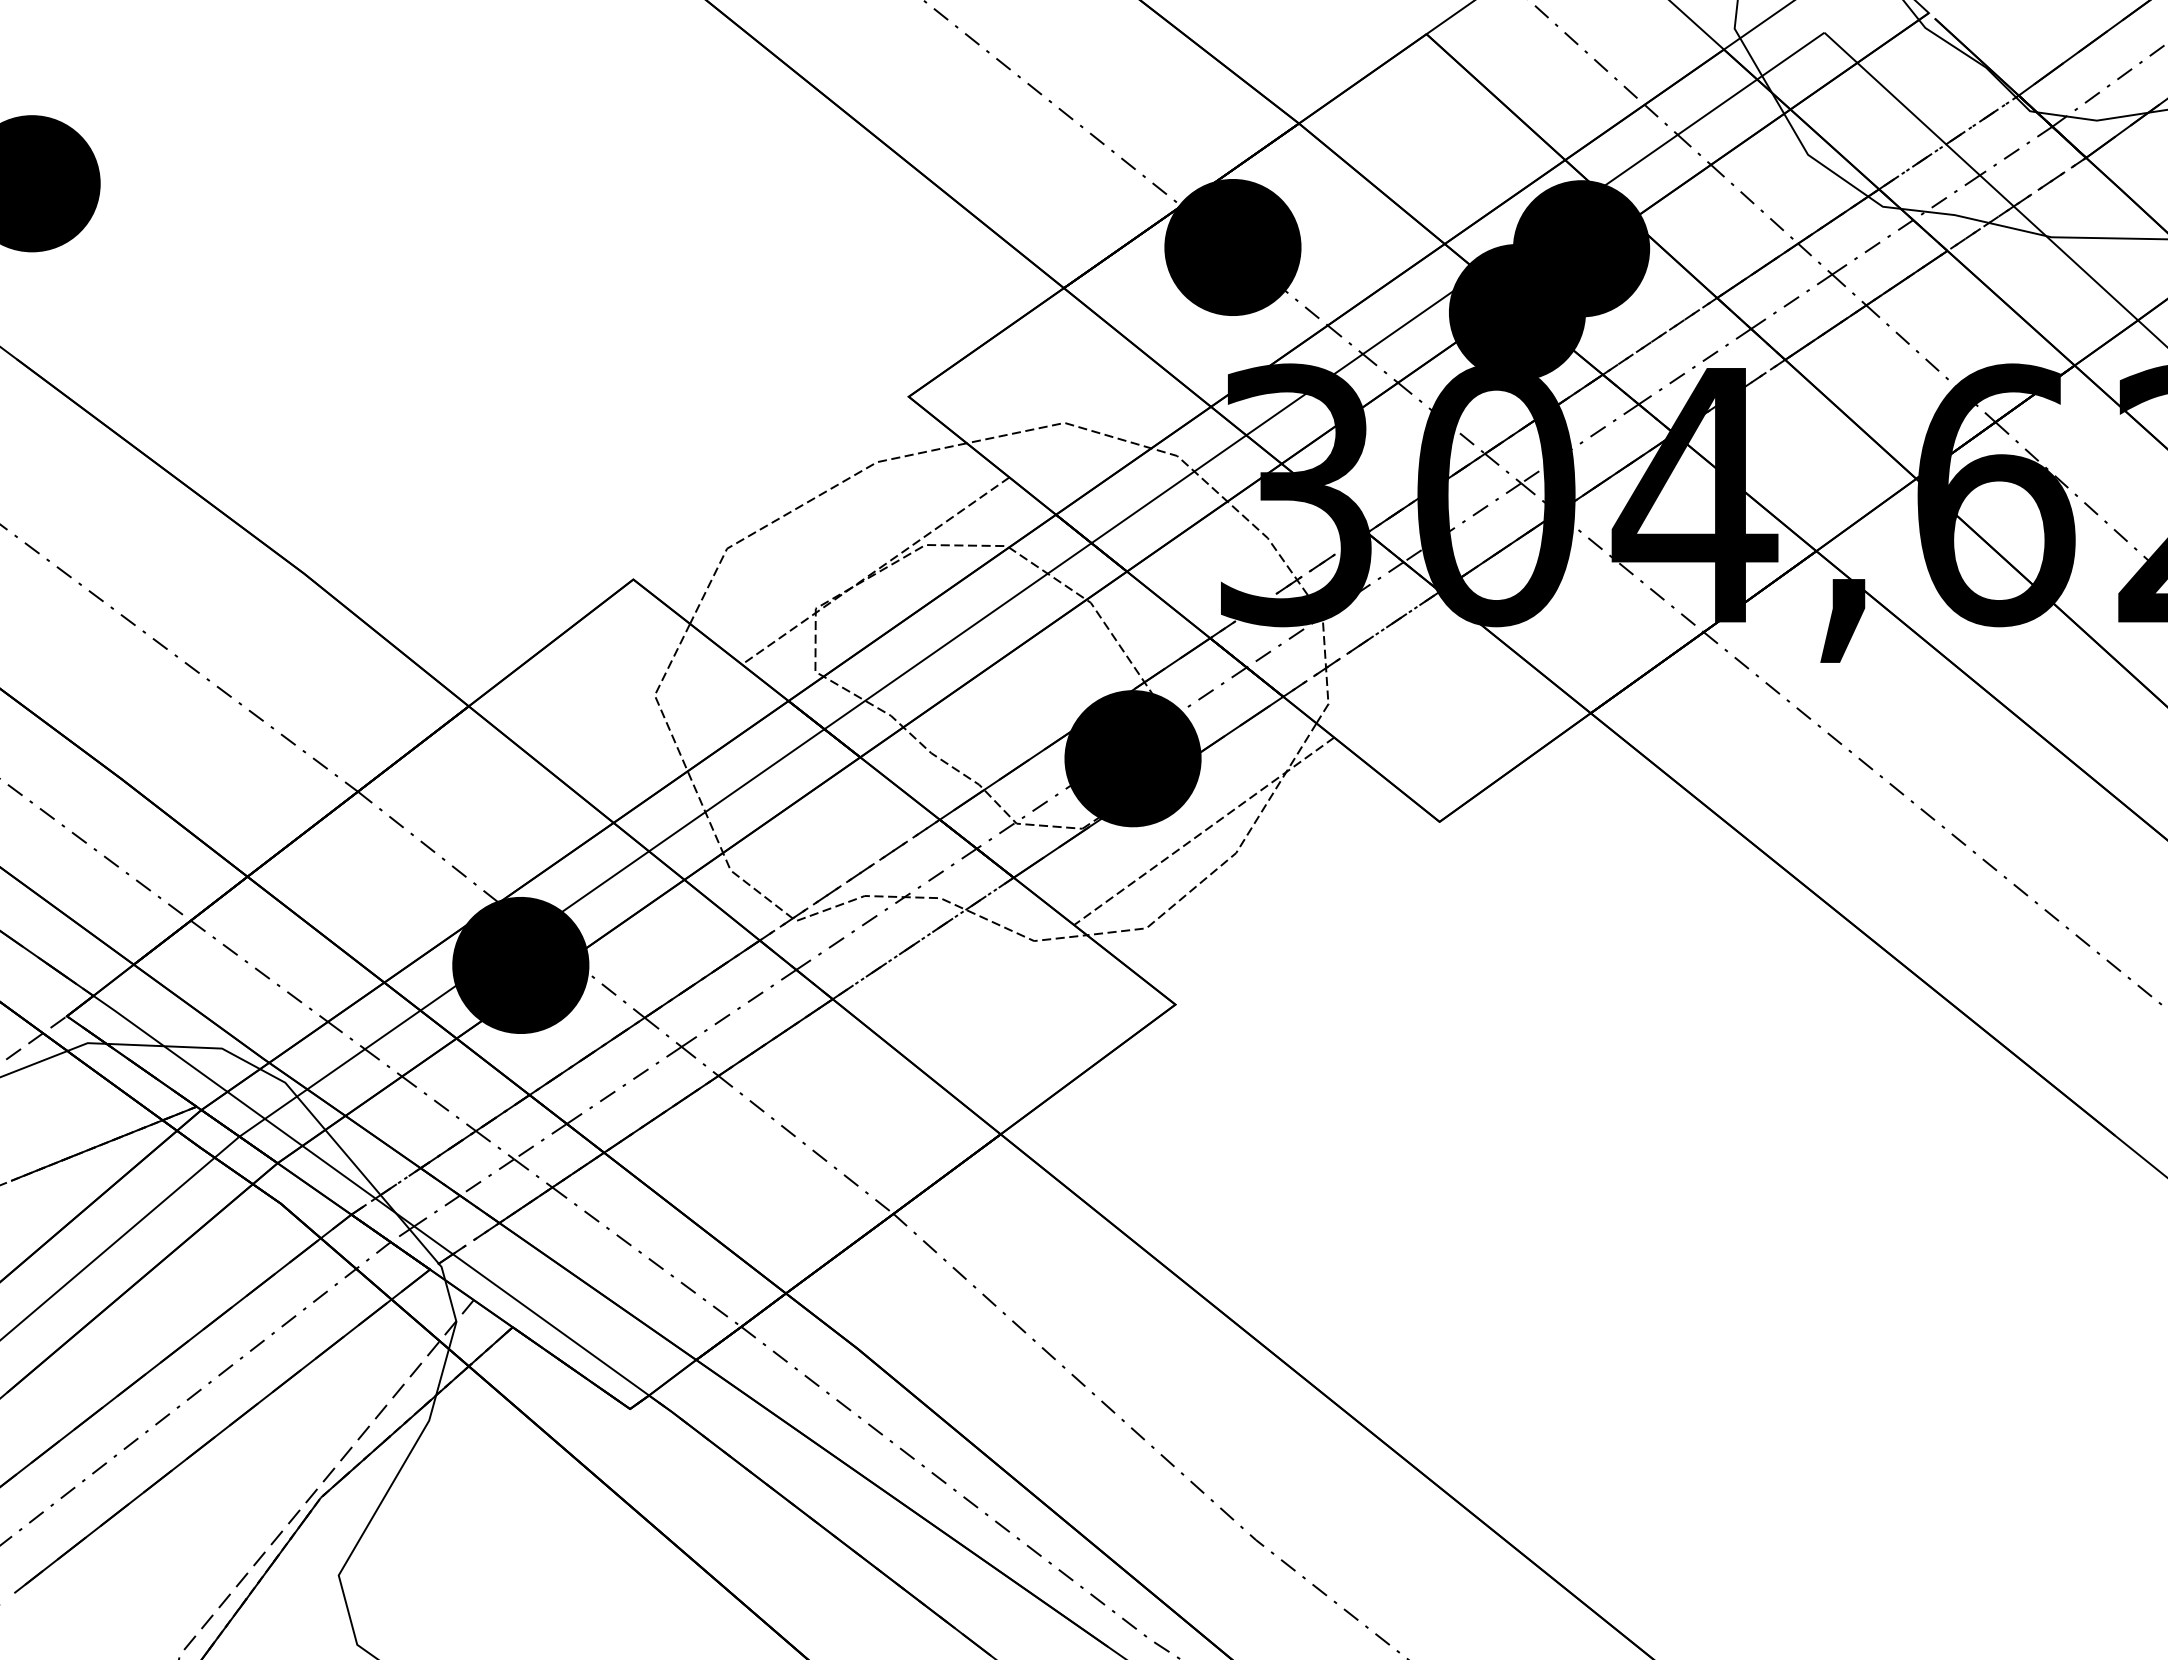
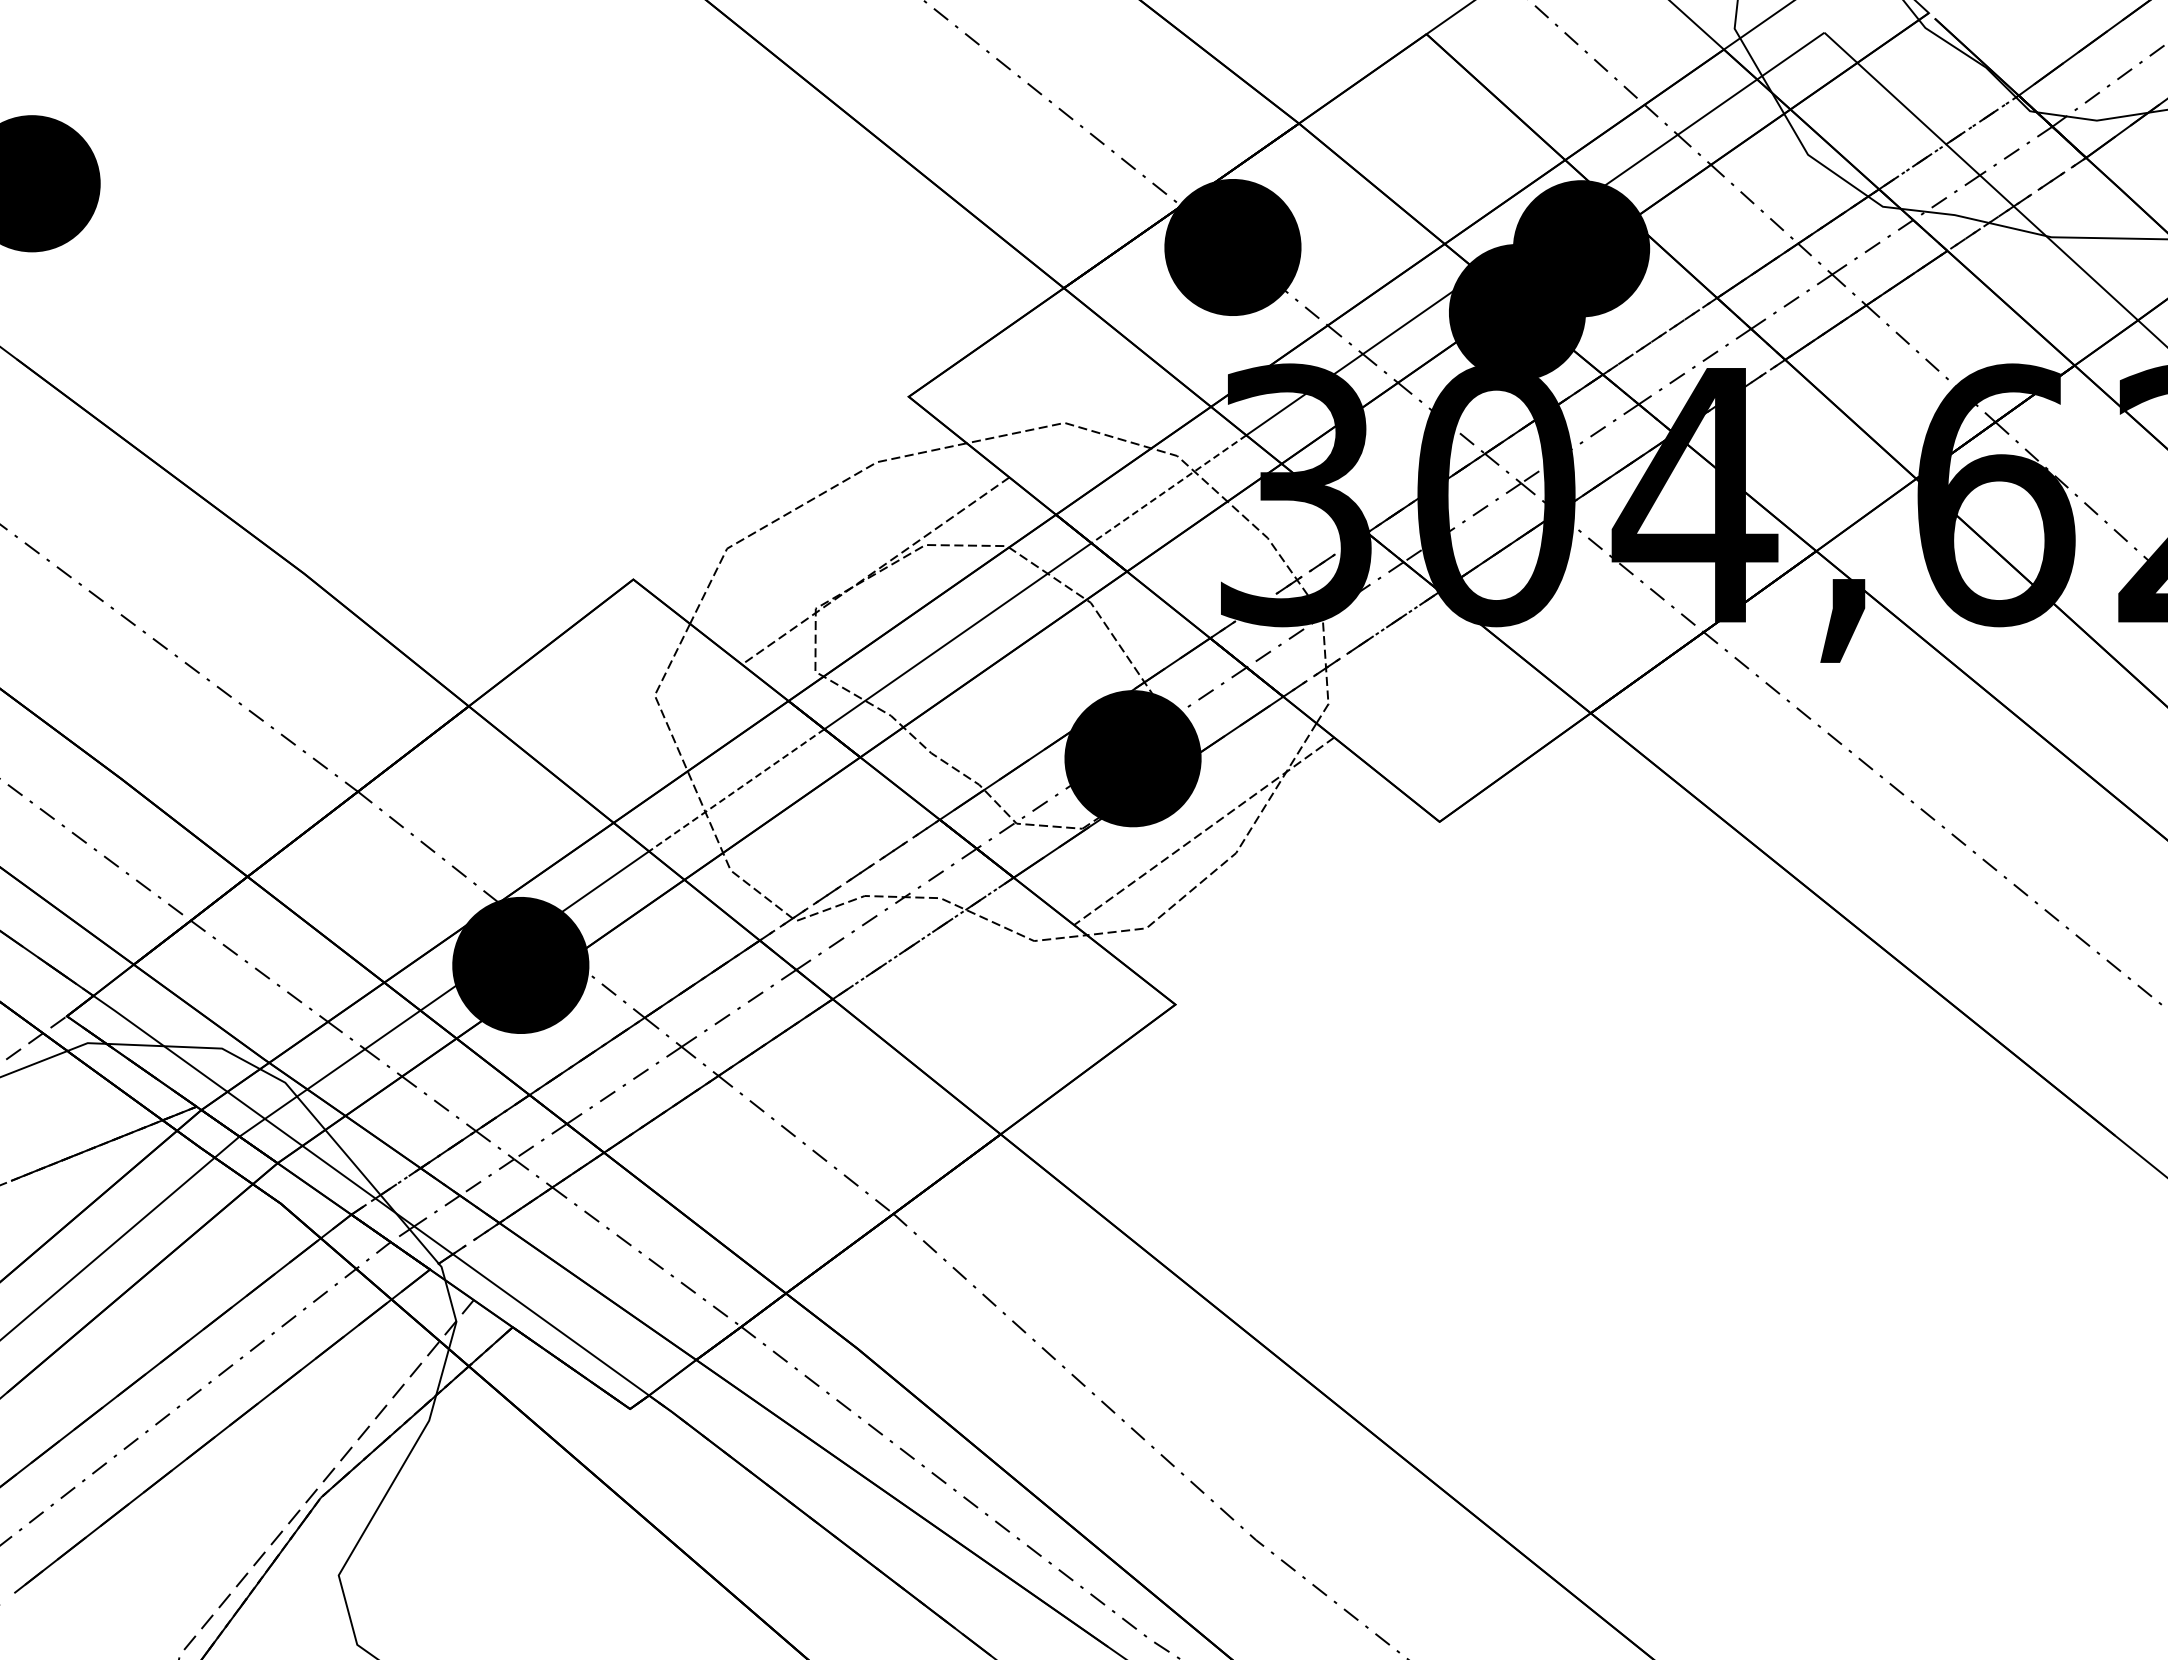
line at (1168, 489): solid -> dashed
line at (736, 790): solid -> dashed
